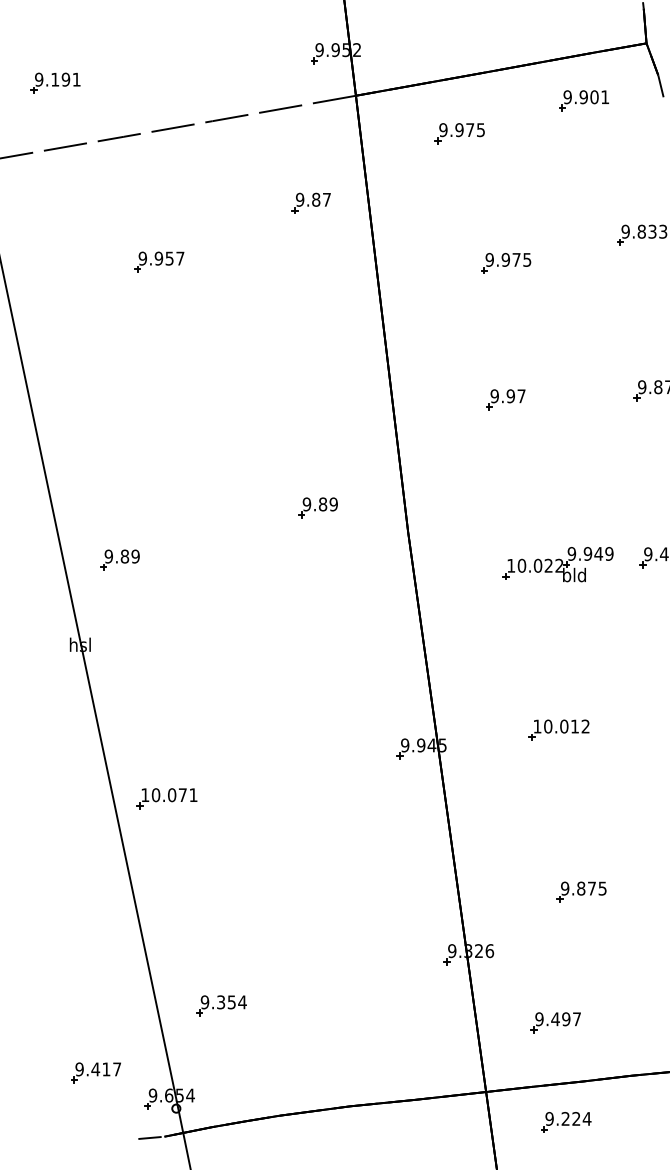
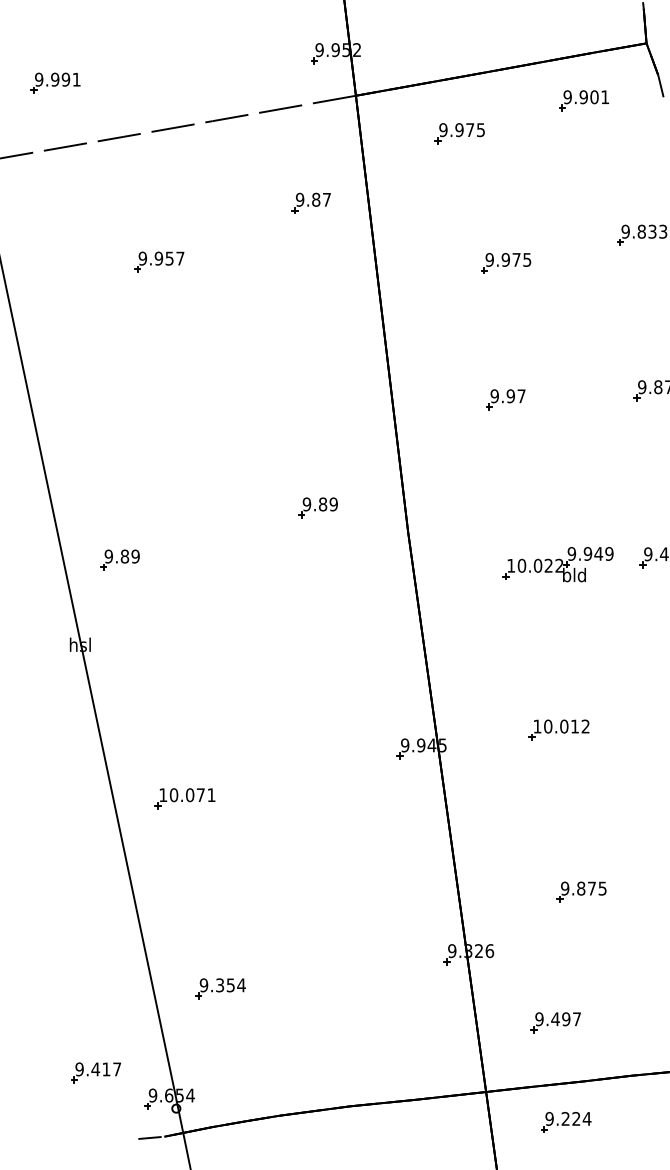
text at (55, 79): 9.191 -> 9.991
part at (166, 798) position: (166, 798) -> (184, 798)
part at (221, 1005) position: (221, 1005) -> (220, 988)
